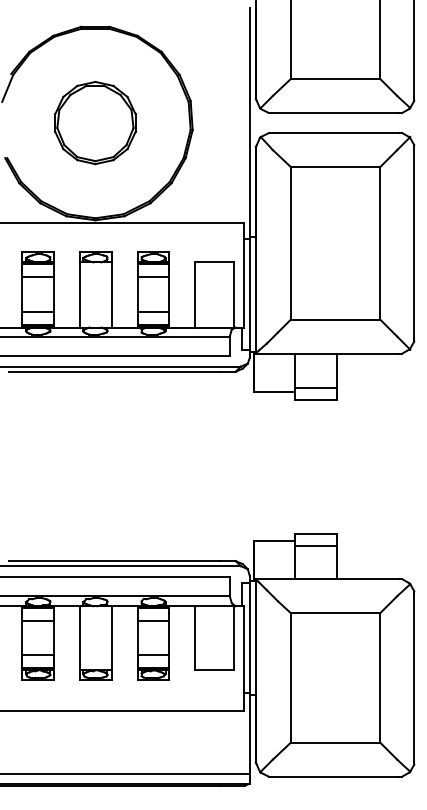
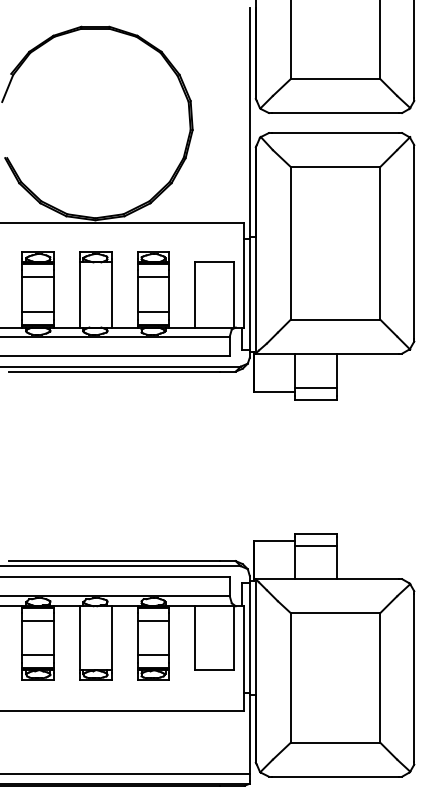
part at (95, 122): present -> none
